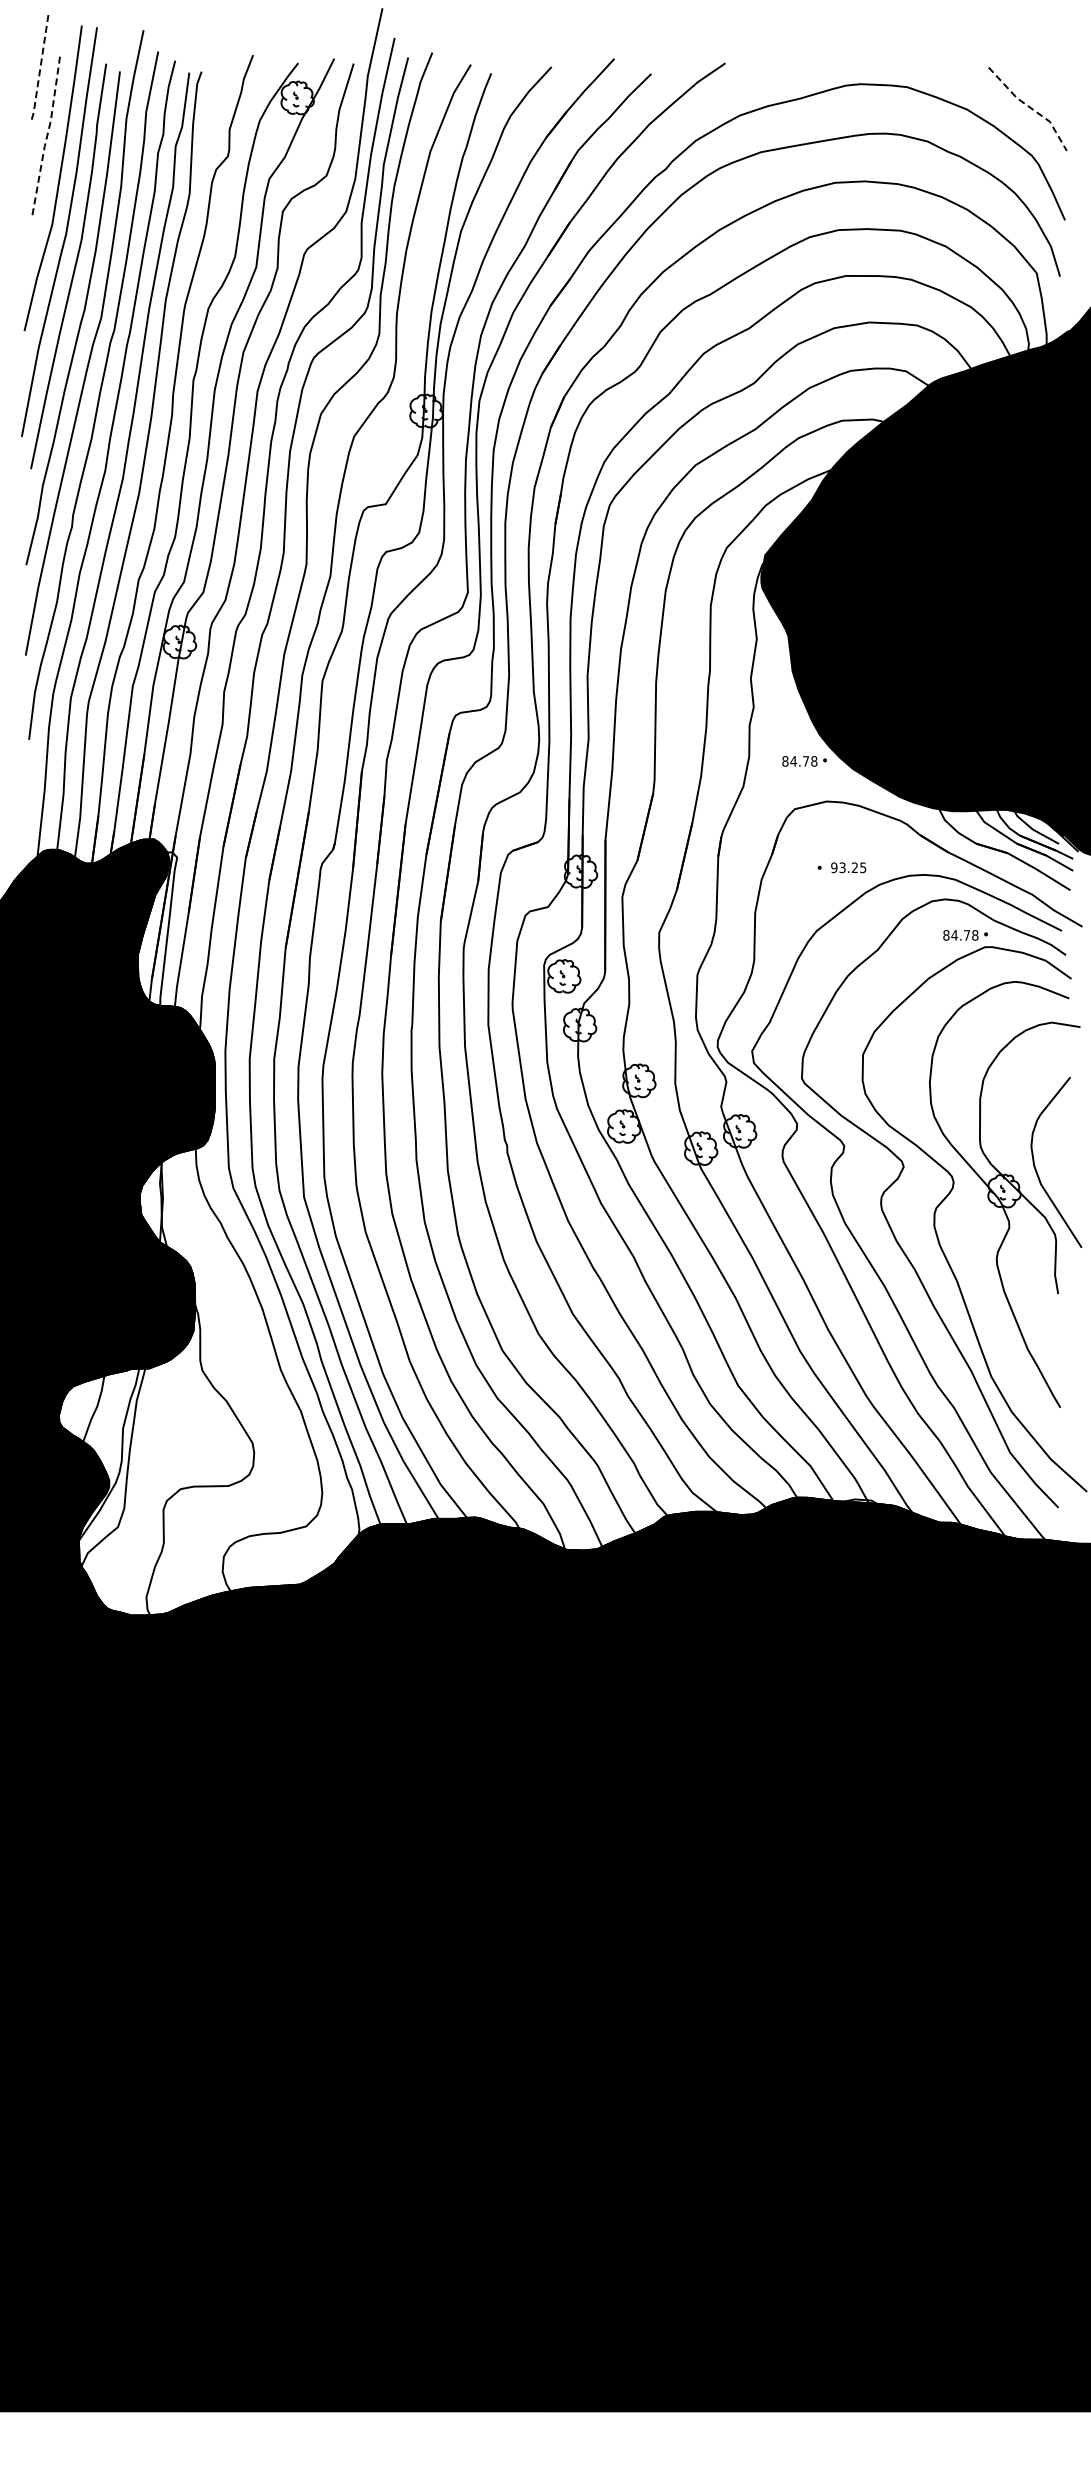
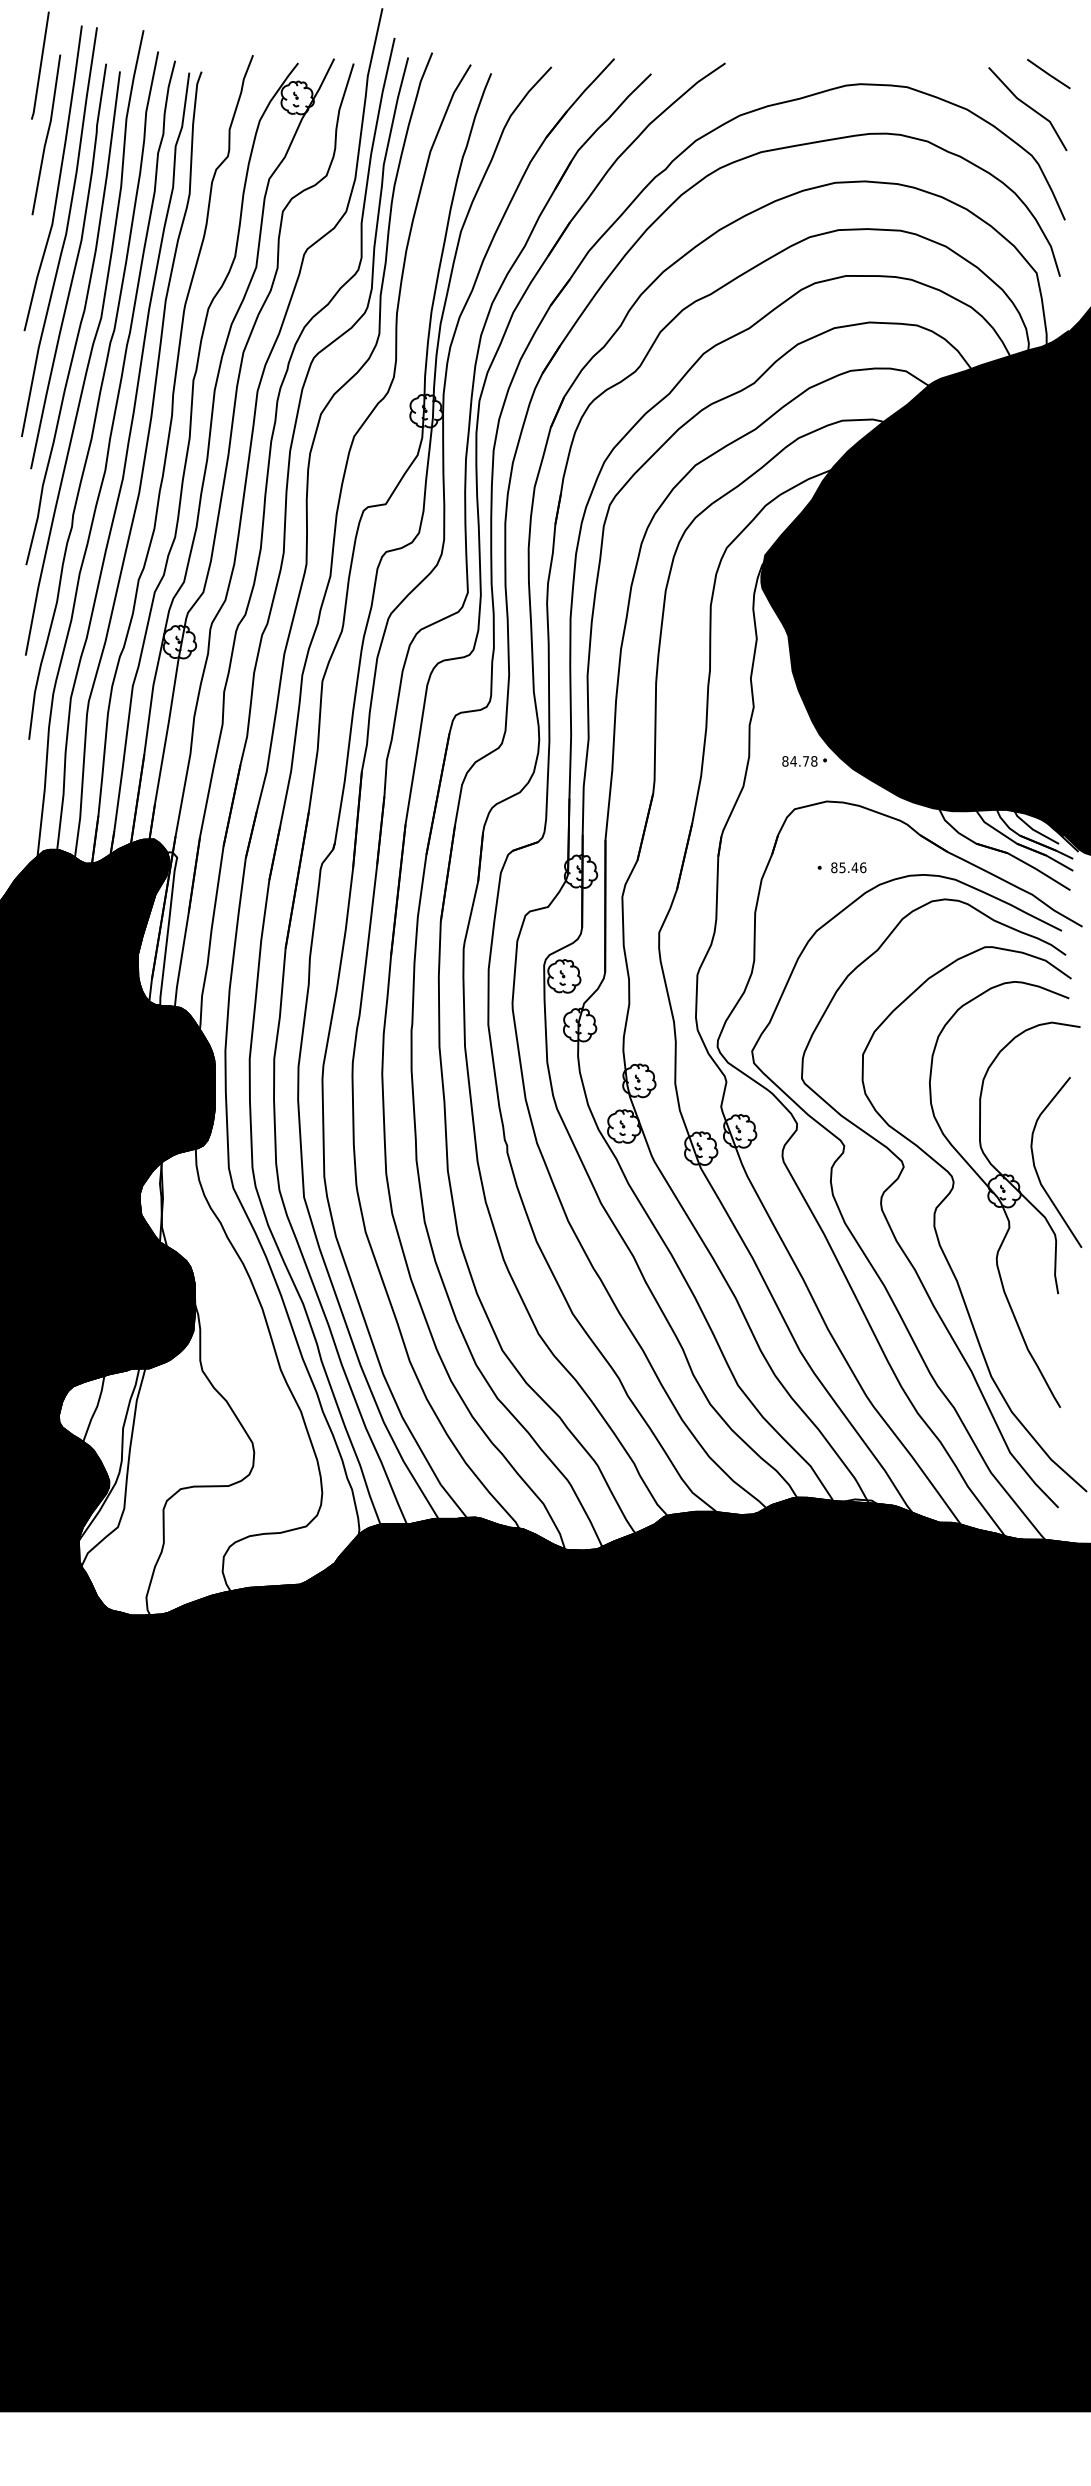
line at (40, 65): dashed -> solid
line at (1048, 74): none -> present
line at (1030, 107): dashed -> solid
line at (47, 134): dashed -> solid
text at (848, 867): 93.25 -> 85.46
part at (965, 935): present -> none
